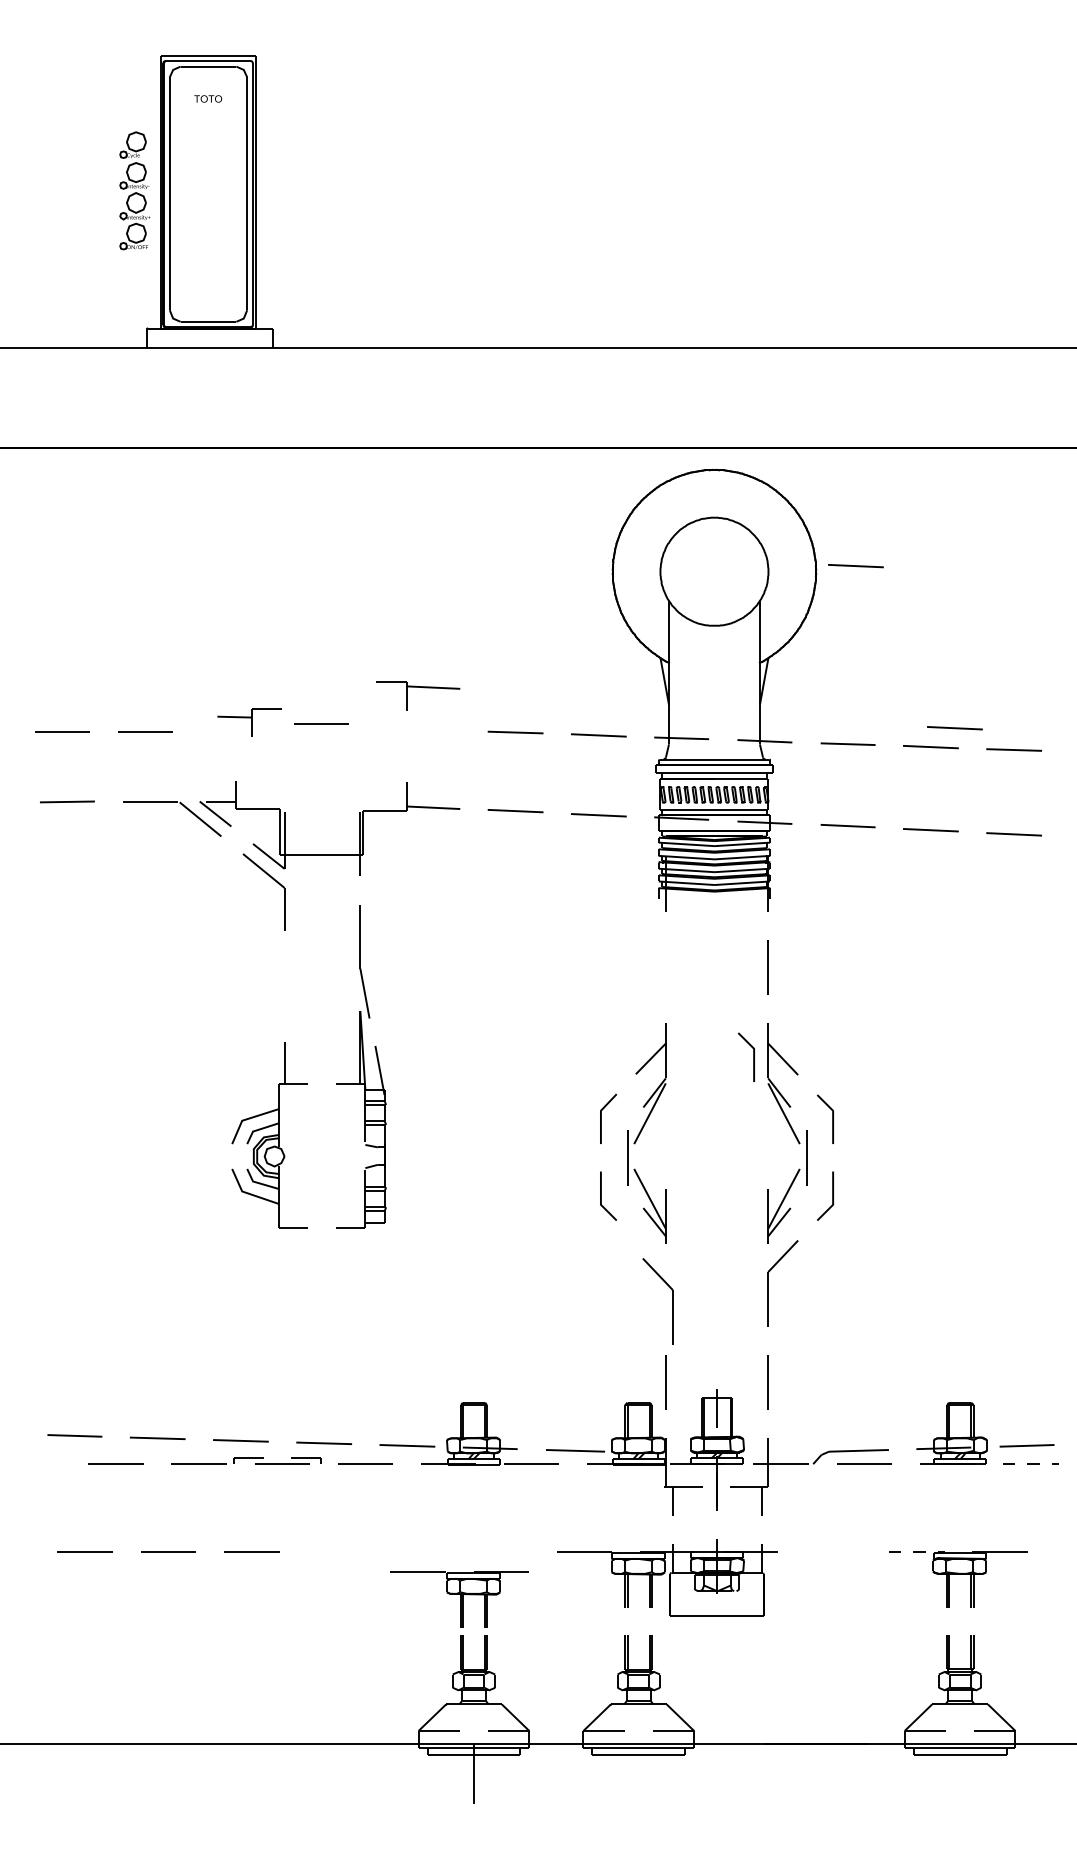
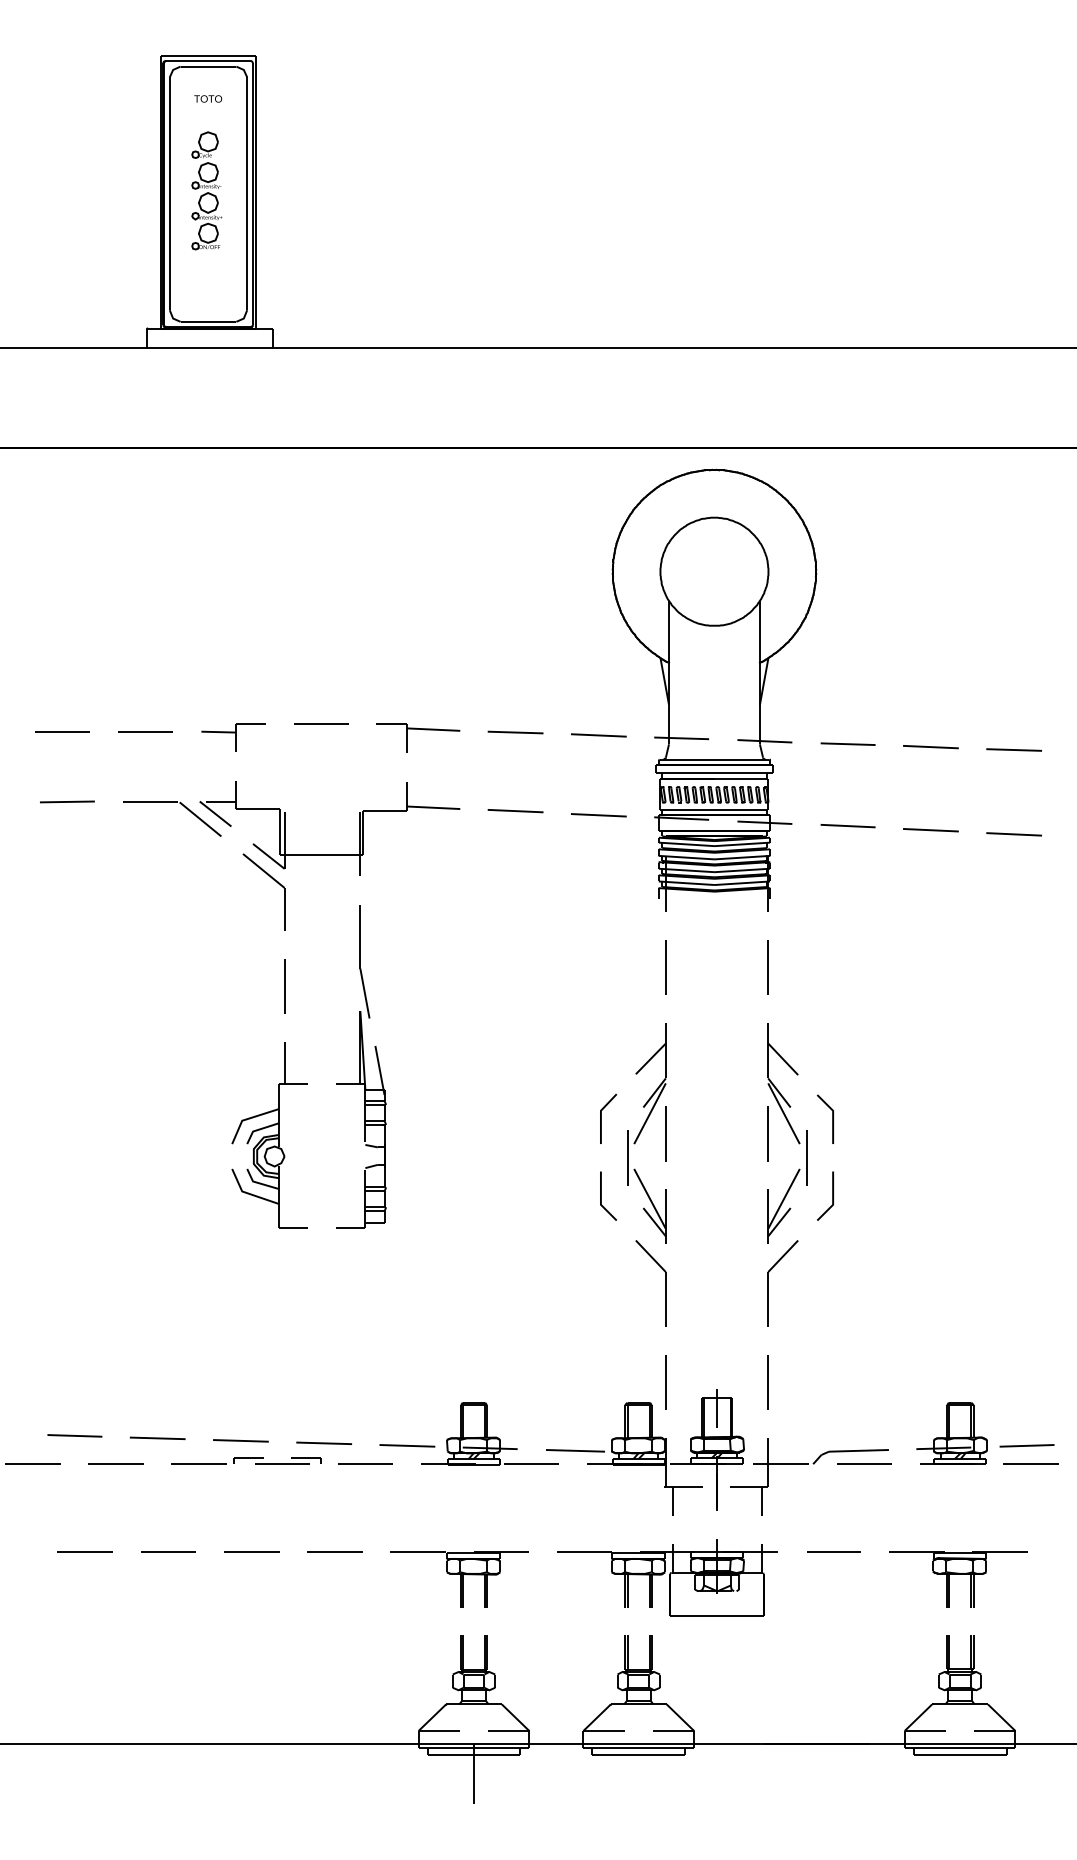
part at (134, 190) position: (134, 190) -> (206, 190)
line at (855, 566): present -> none
part at (418, 687) position: (418, 687) -> (418, 729)
part at (249, 722) position: (249, 722) -> (233, 737)
line at (954, 728): present -> none
line at (665, 967): none -> present
line at (284, 986): none -> present
line at (753, 1056): present -> none
line at (665, 1133): none -> present
line at (767, 1133): none -> present
part at (672, 1301) position: (672, 1301) -> (665, 1283)
line at (32, 1463): none -> present
line at (1030, 1464): dashed -> solid
line at (334, 1551): none -> present
line at (833, 1551): none -> present
line at (916, 1552): dashed -> solid
part at (459, 1599) position: (459, 1599) -> (459, 1579)
